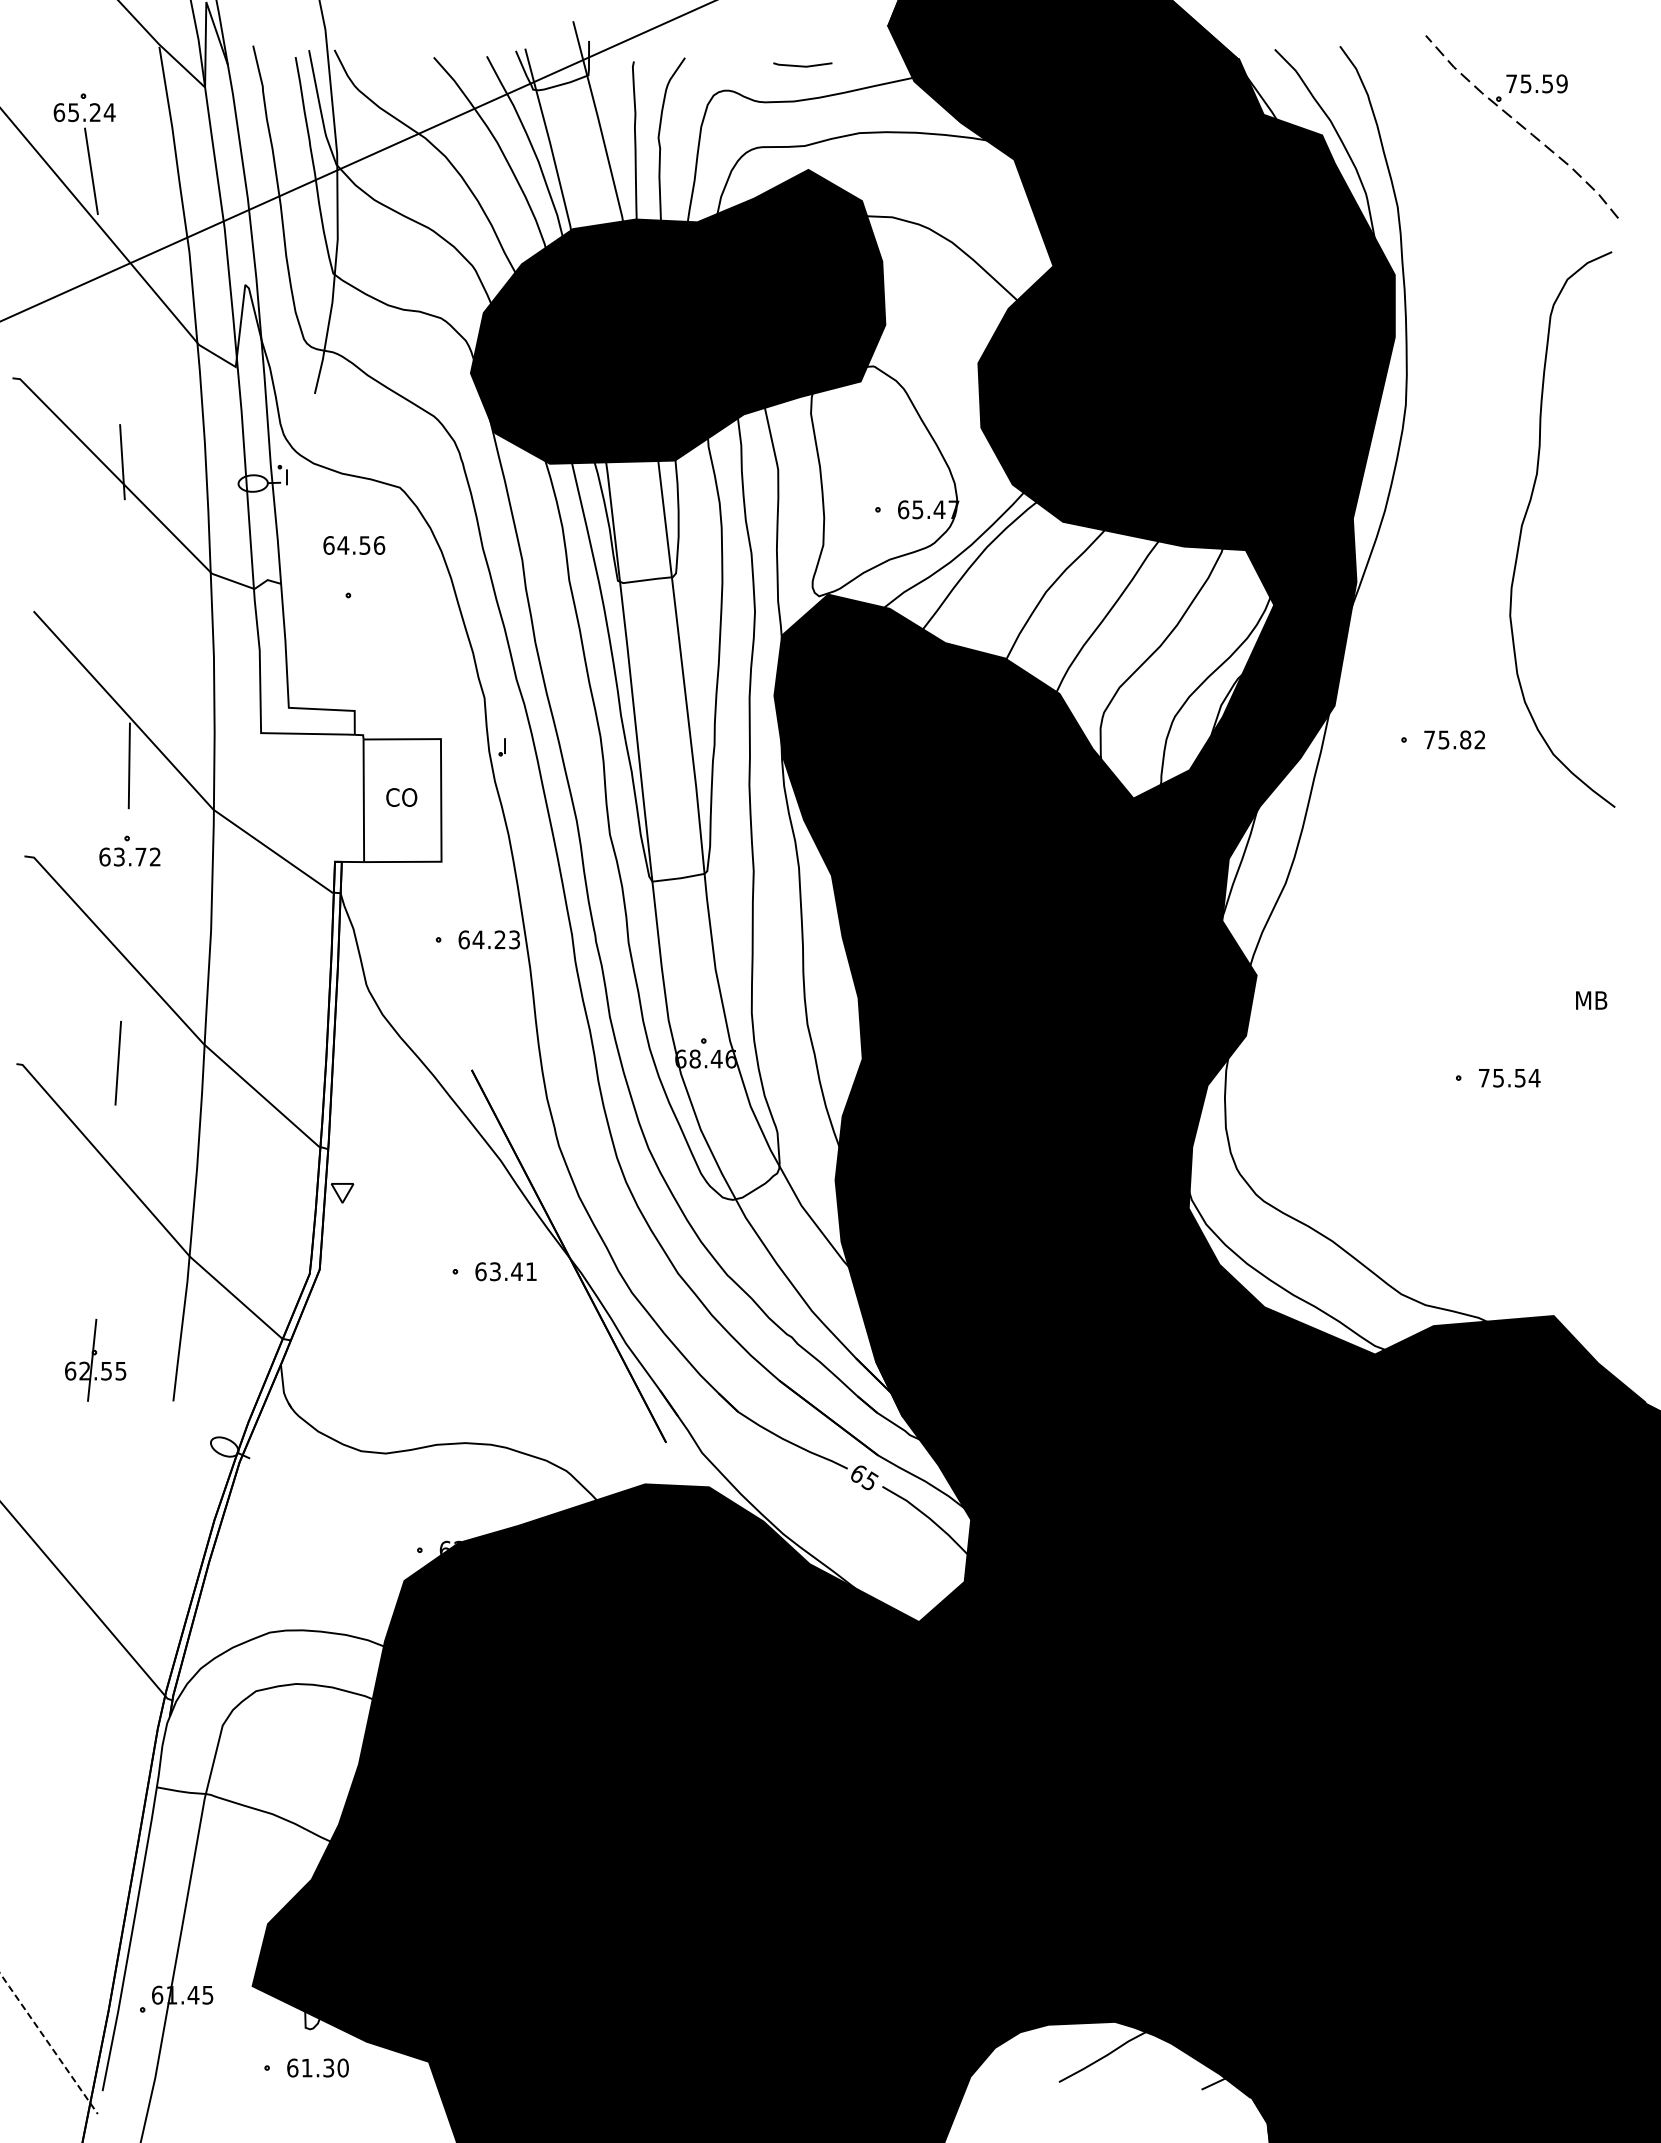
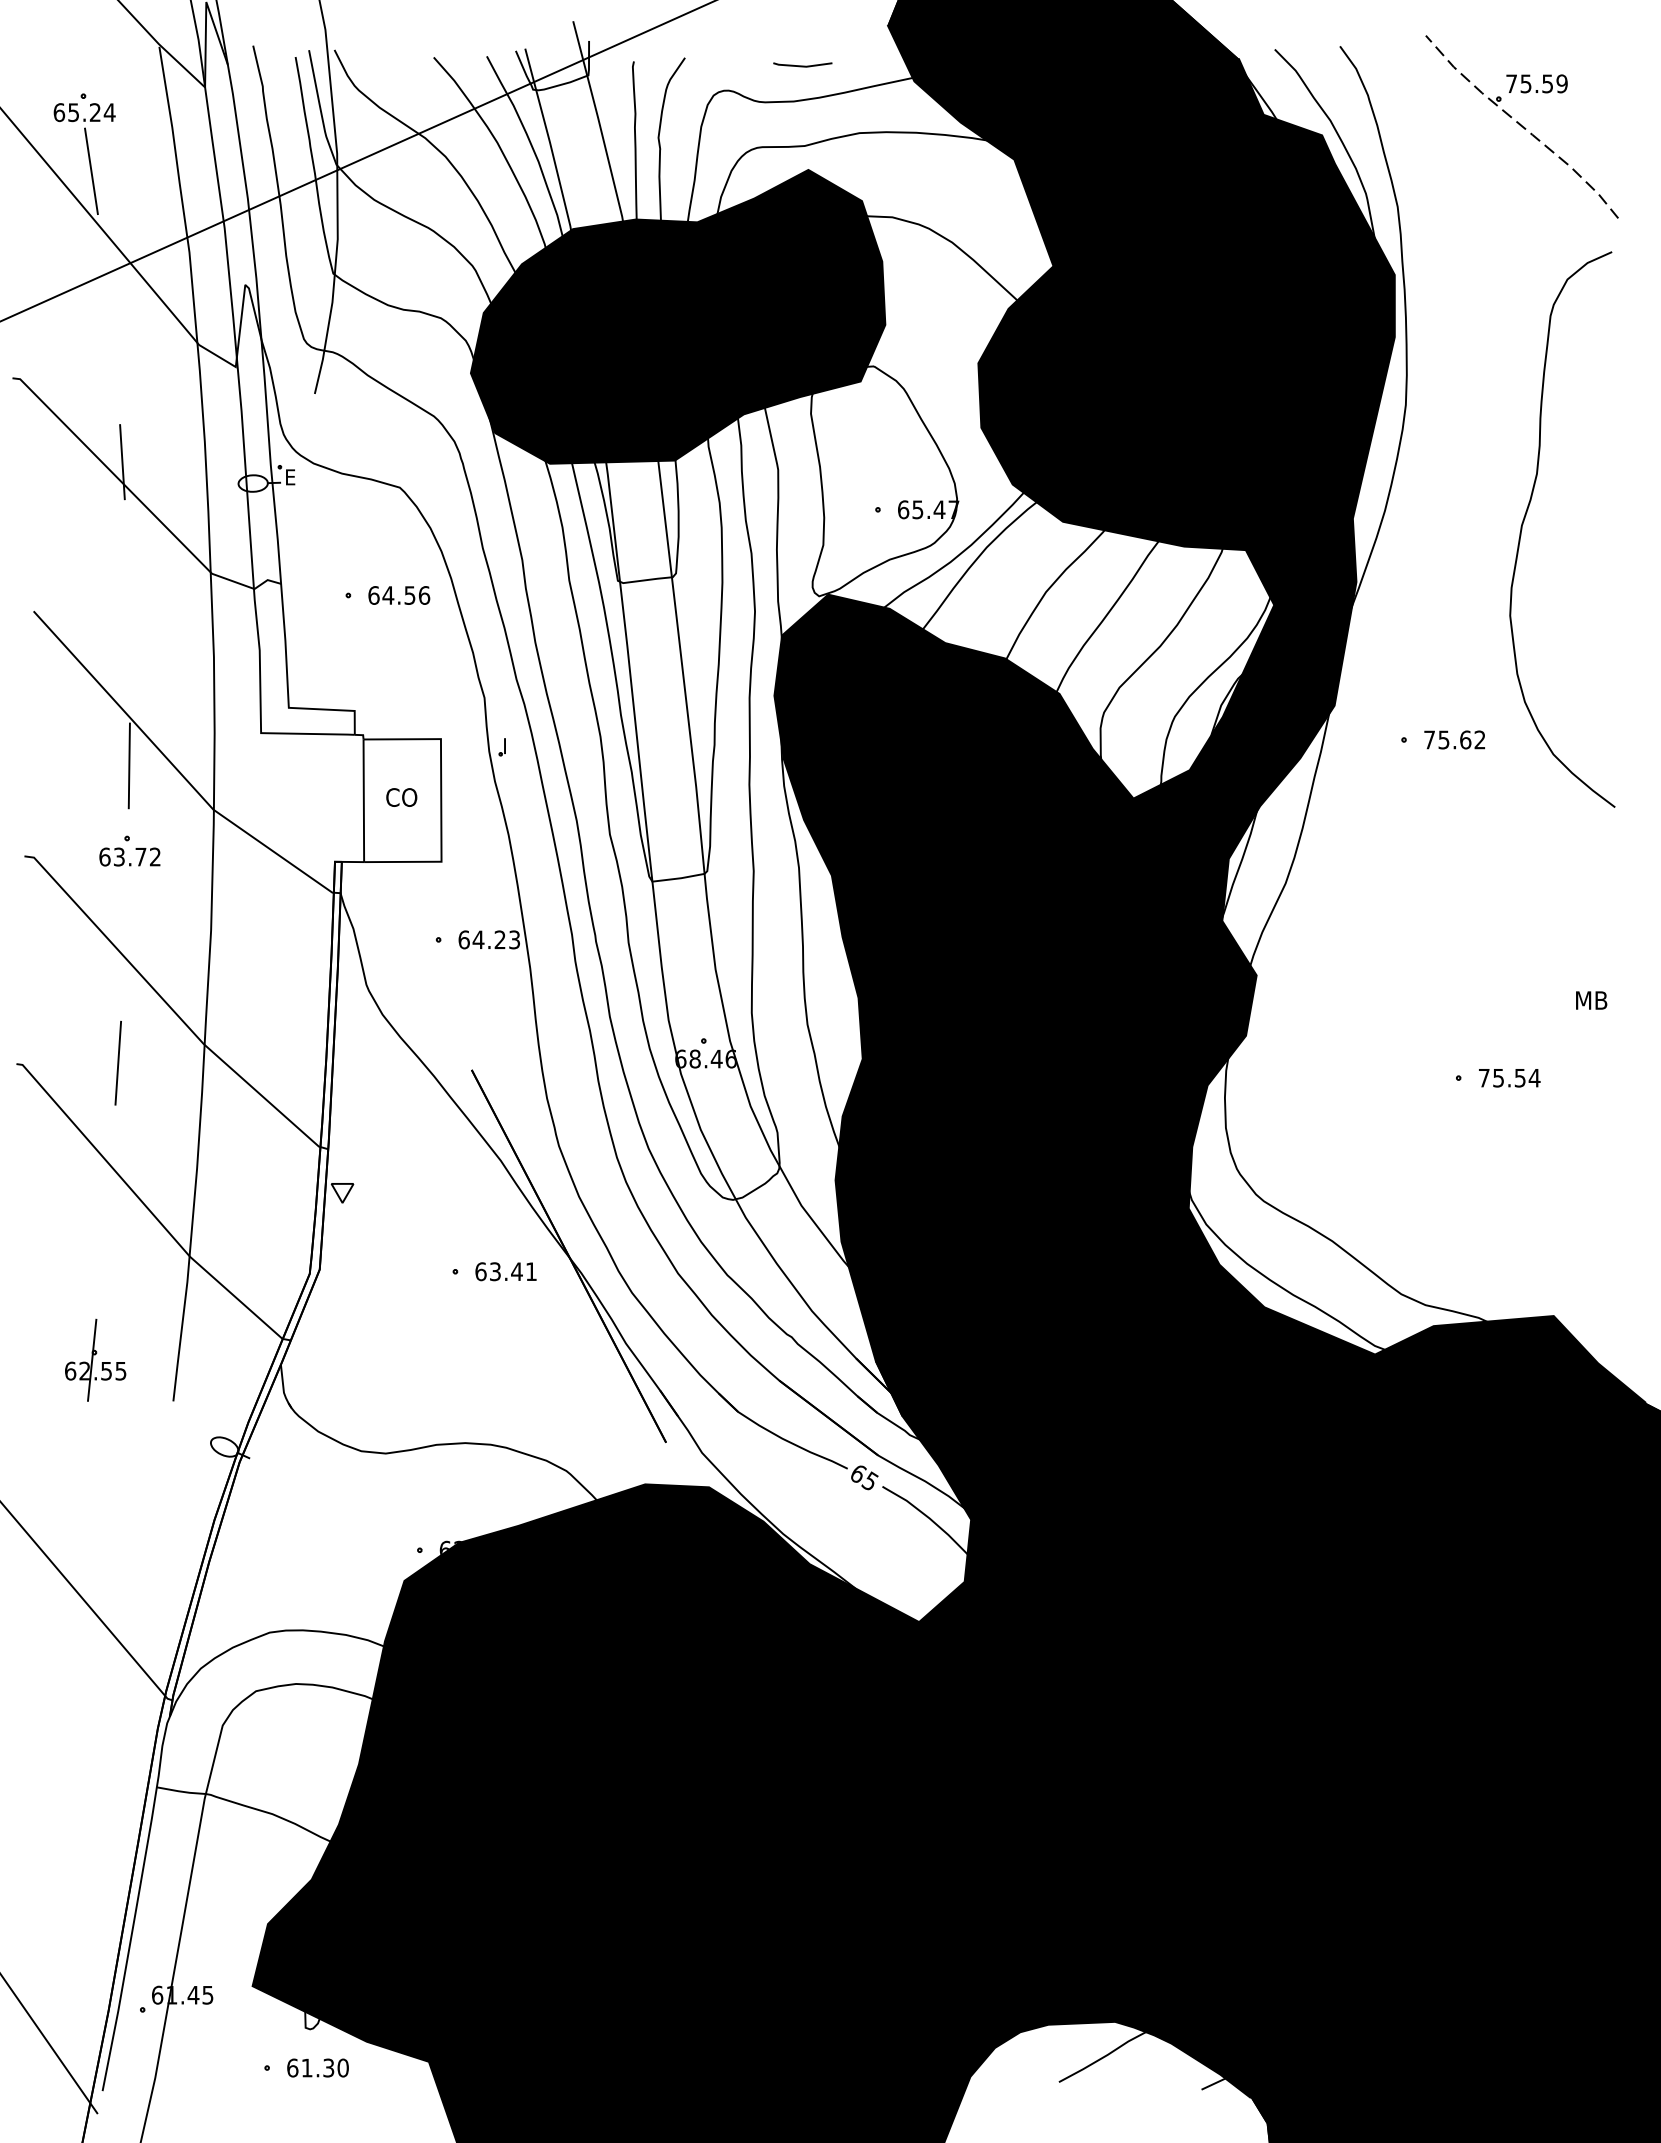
text at (291, 477): I -> E
text at (354, 545) position: (354, 545) -> (399, 595)
text at (1465, 739): 75.82 -> 75.62
line at (48, 2043): dashed -> solid
